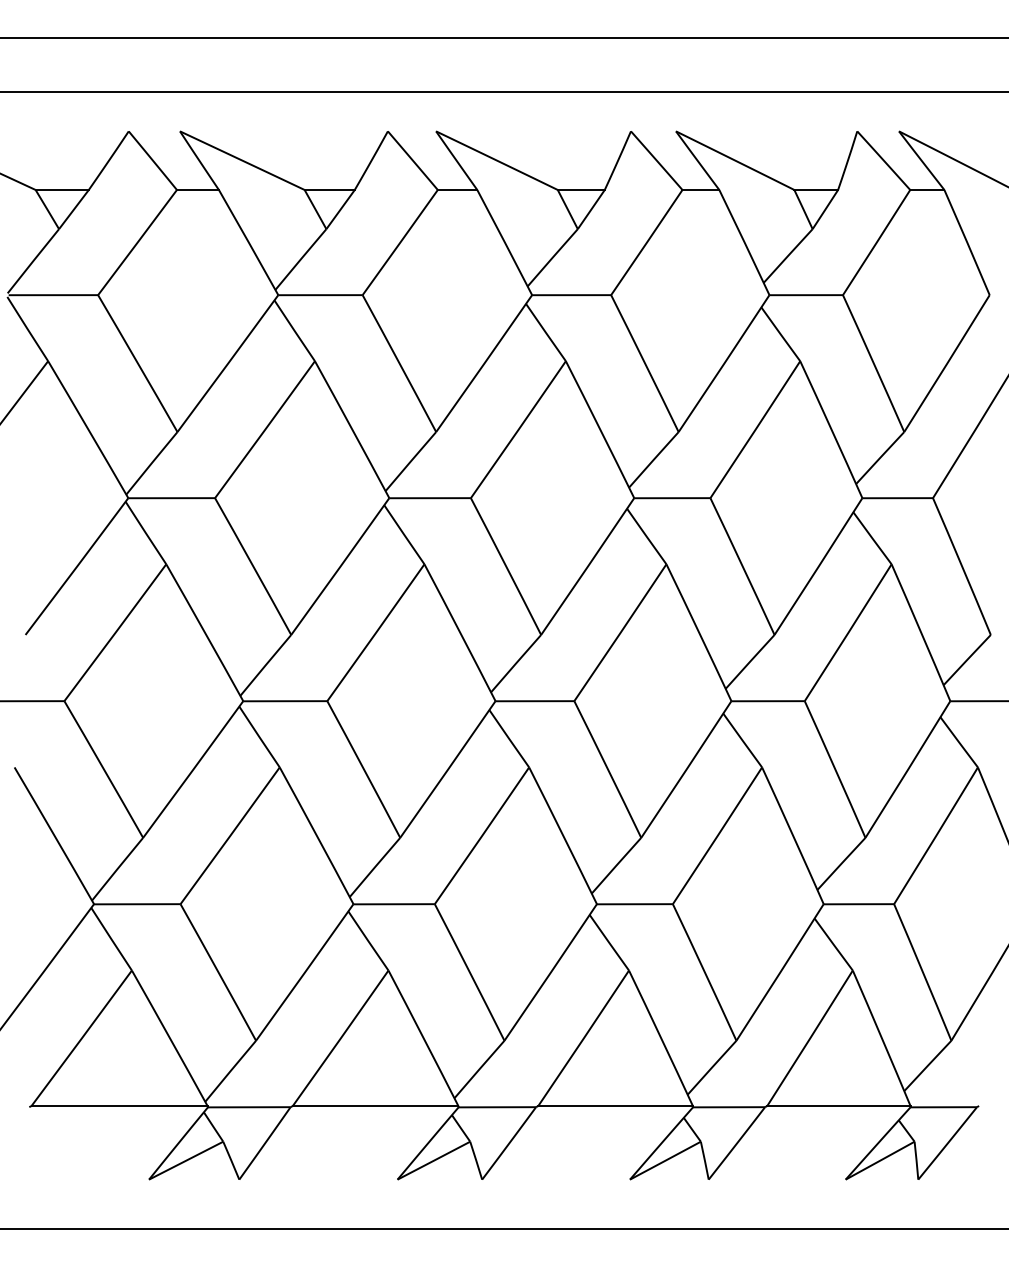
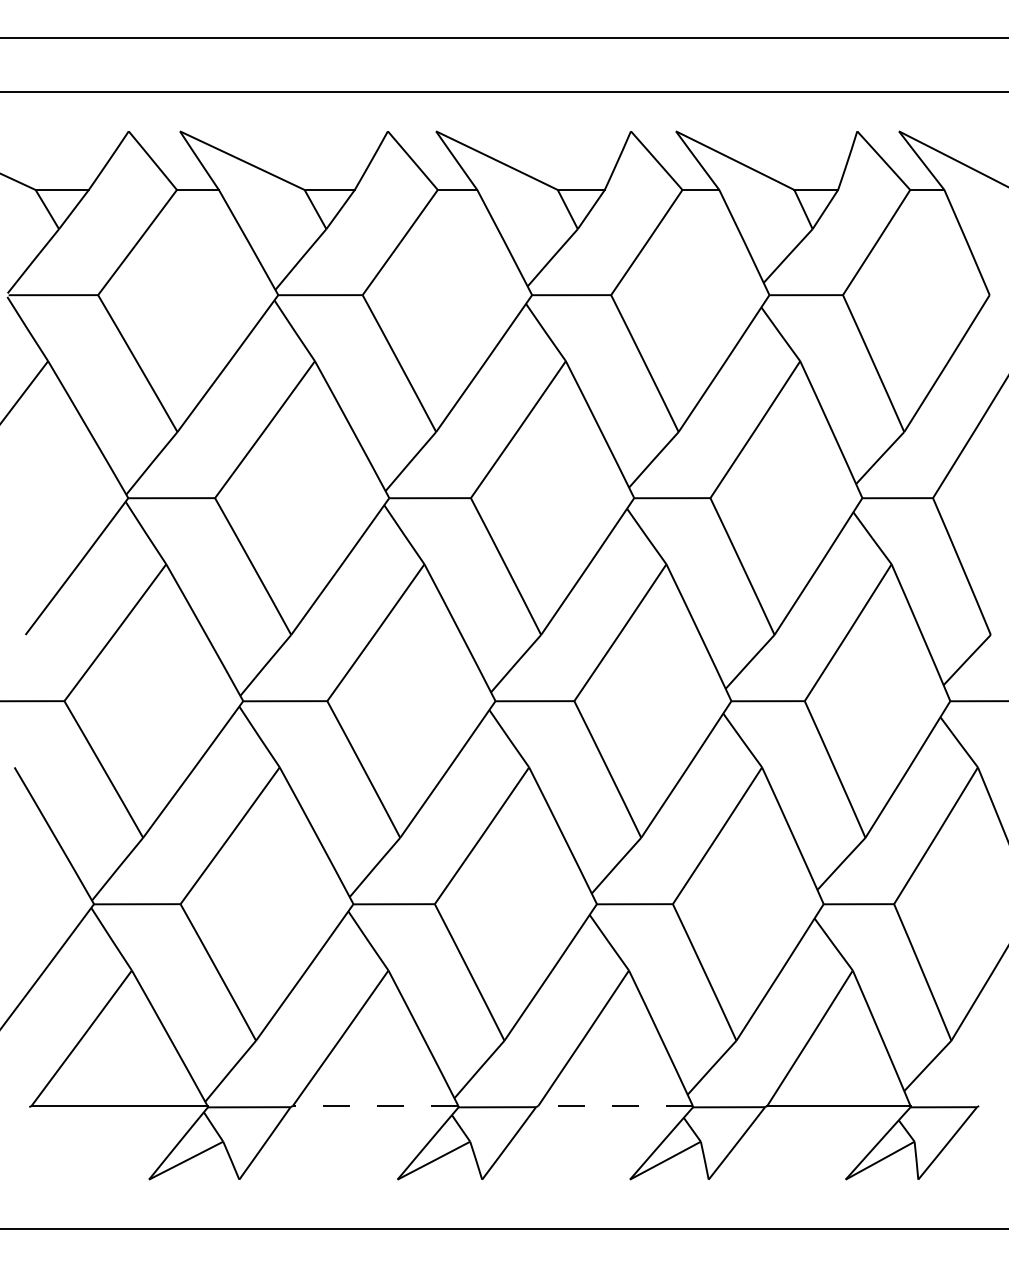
line at (375, 1106): solid -> dashed
line at (615, 1106): solid -> dashed
